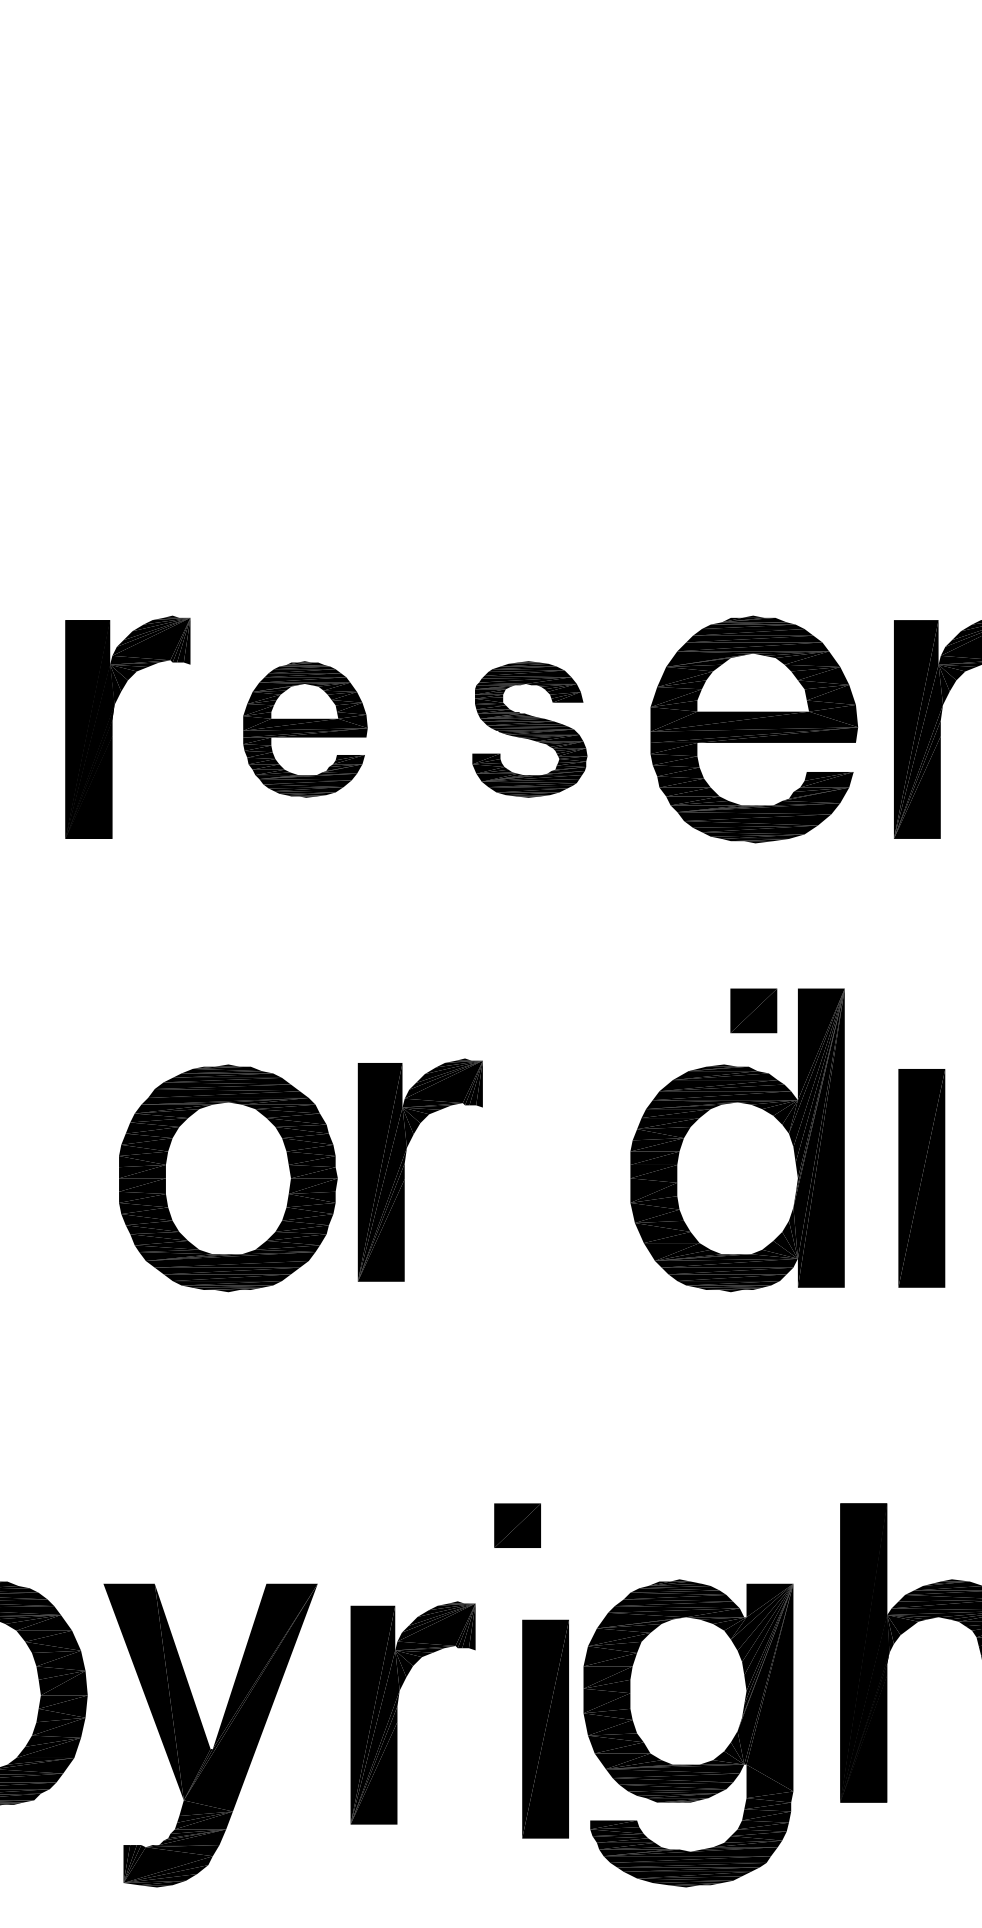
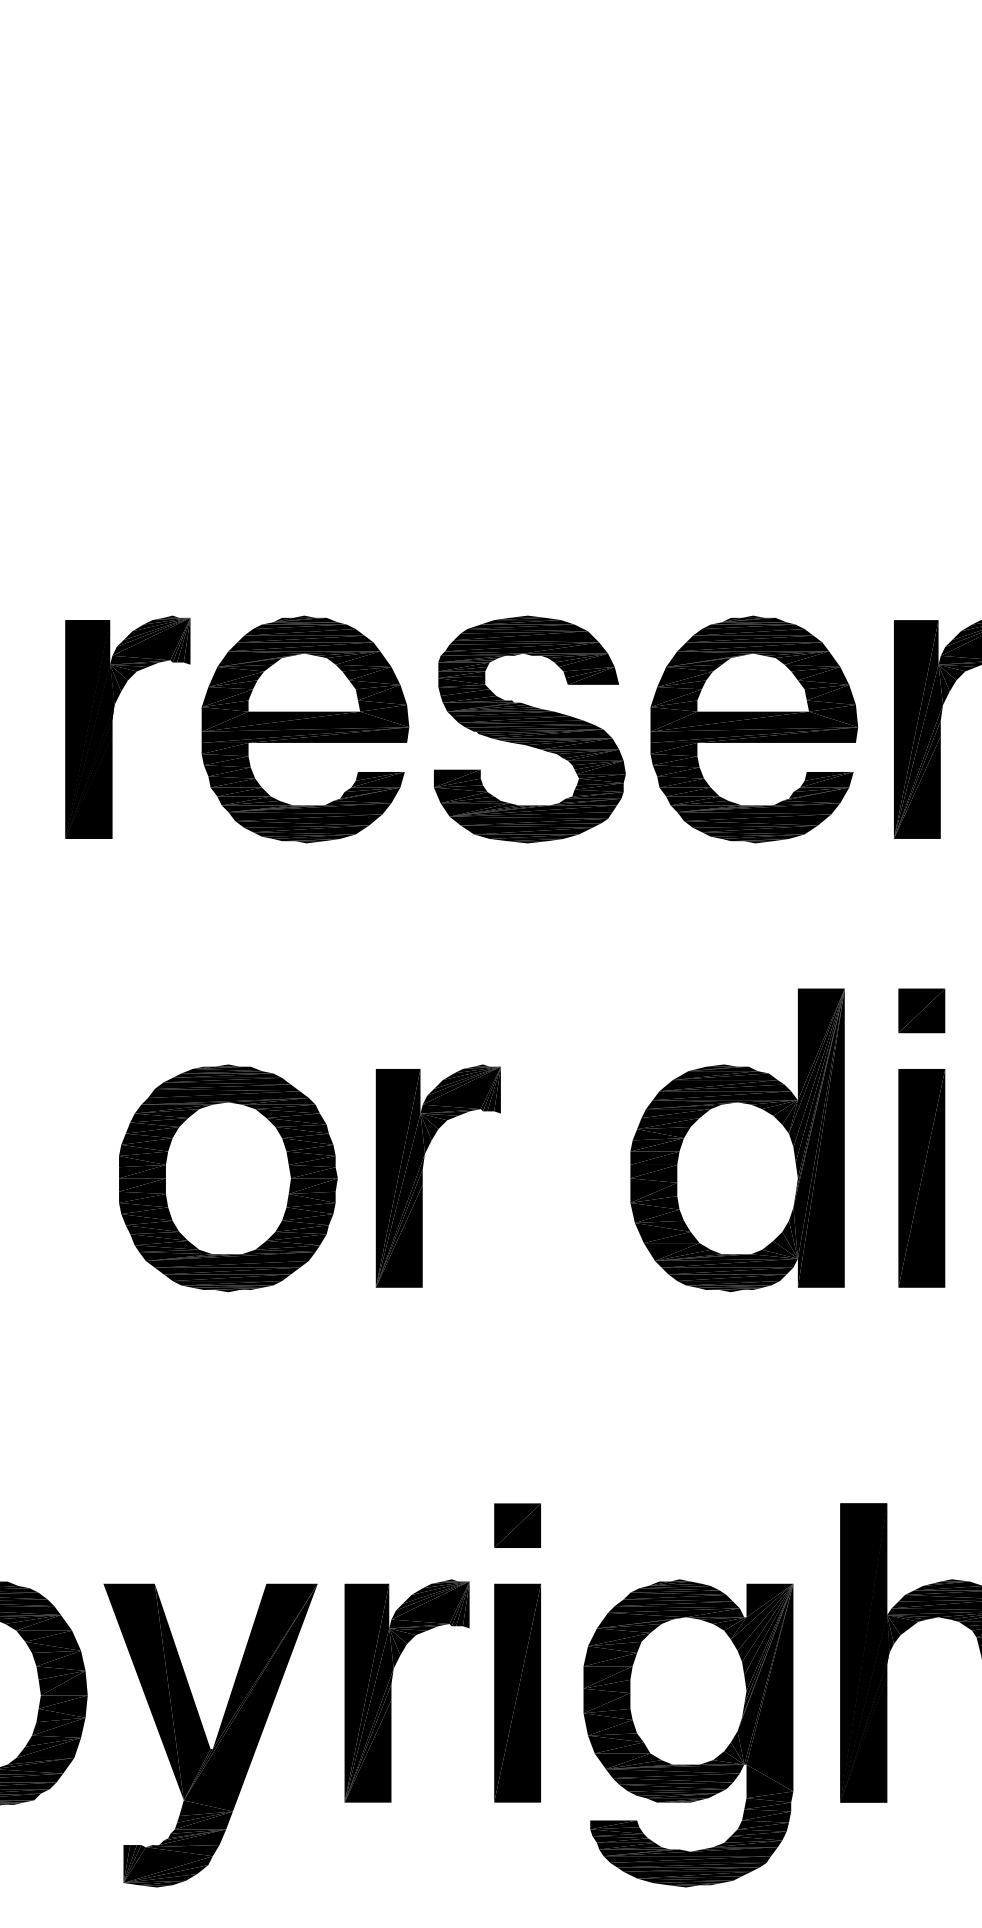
part at (305, 729) size: 125x137 px -> 209x229 px
part at (529, 729) size: 116x137 px -> 192x229 px
part at (753, 1010) position: (753, 1010) -> (921, 1010)
part at (404, 1169) position: (404, 1169) -> (422, 1175)
part at (397, 1712) position: (397, 1712) -> (391, 1690)
part at (545, 1728) position: (545, 1728) -> (517, 1692)
